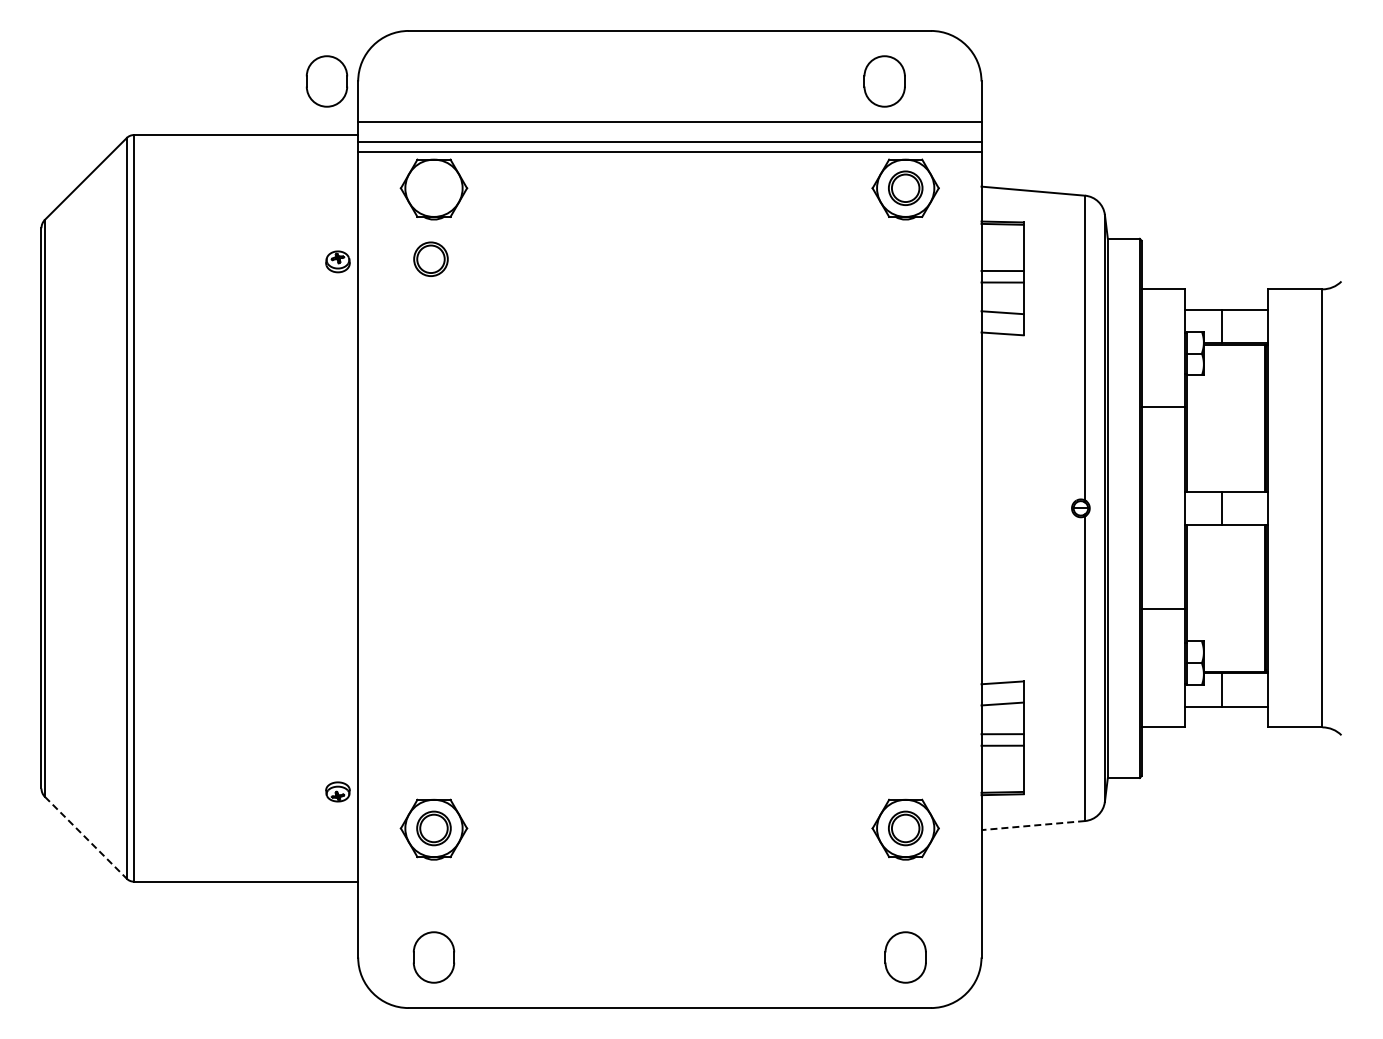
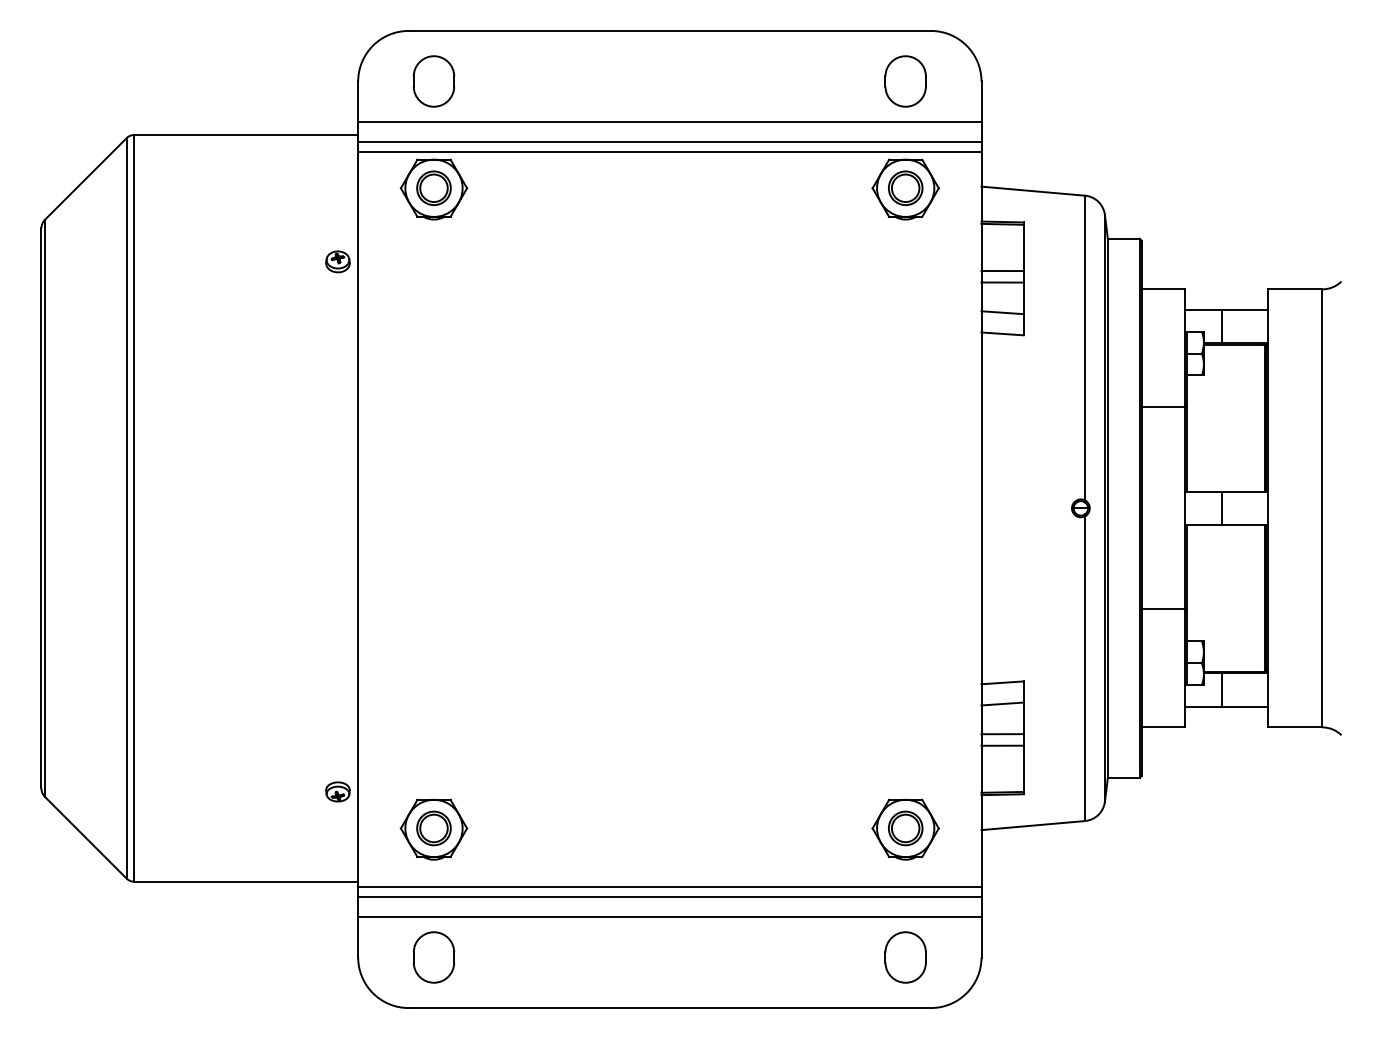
part at (326, 81) position: (326, 81) -> (433, 81)
part at (884, 81) position: (884, 81) -> (905, 81)
part at (430, 258) position: (430, 258) -> (433, 187)
line at (1033, 825): dashed -> solid
line at (85, 837): dashed -> solid
line at (669, 886): none -> present
line at (669, 896): none -> present
line at (669, 917): none -> present
